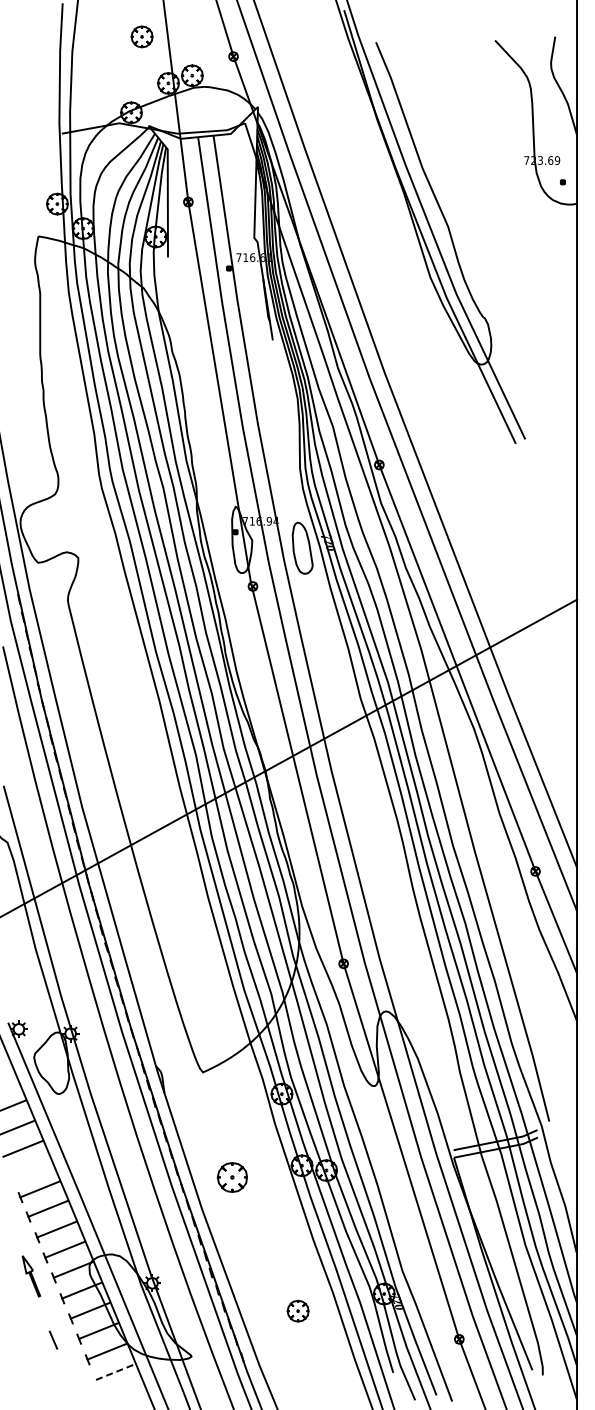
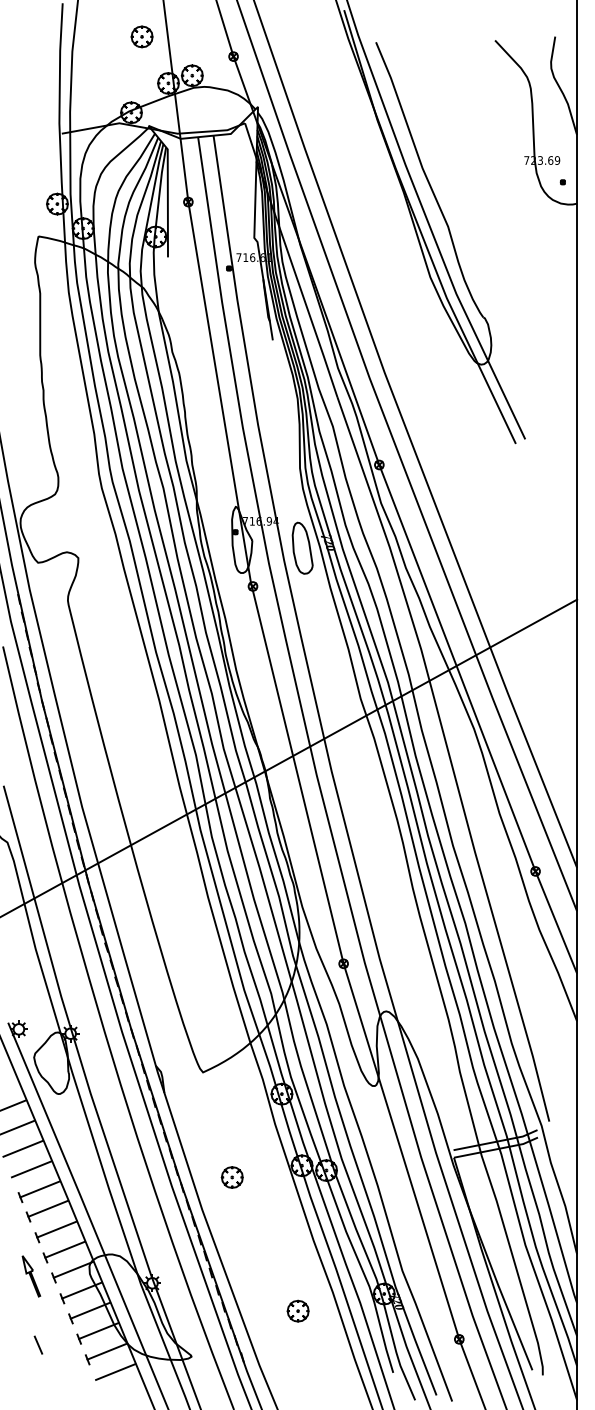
line at (31, 1169): none -> present
part at (231, 1177) size: 32x31 px -> 24x23 px
line at (53, 1339) position: (53, 1339) -> (38, 1344)
line at (116, 1371): dashed -> solid
